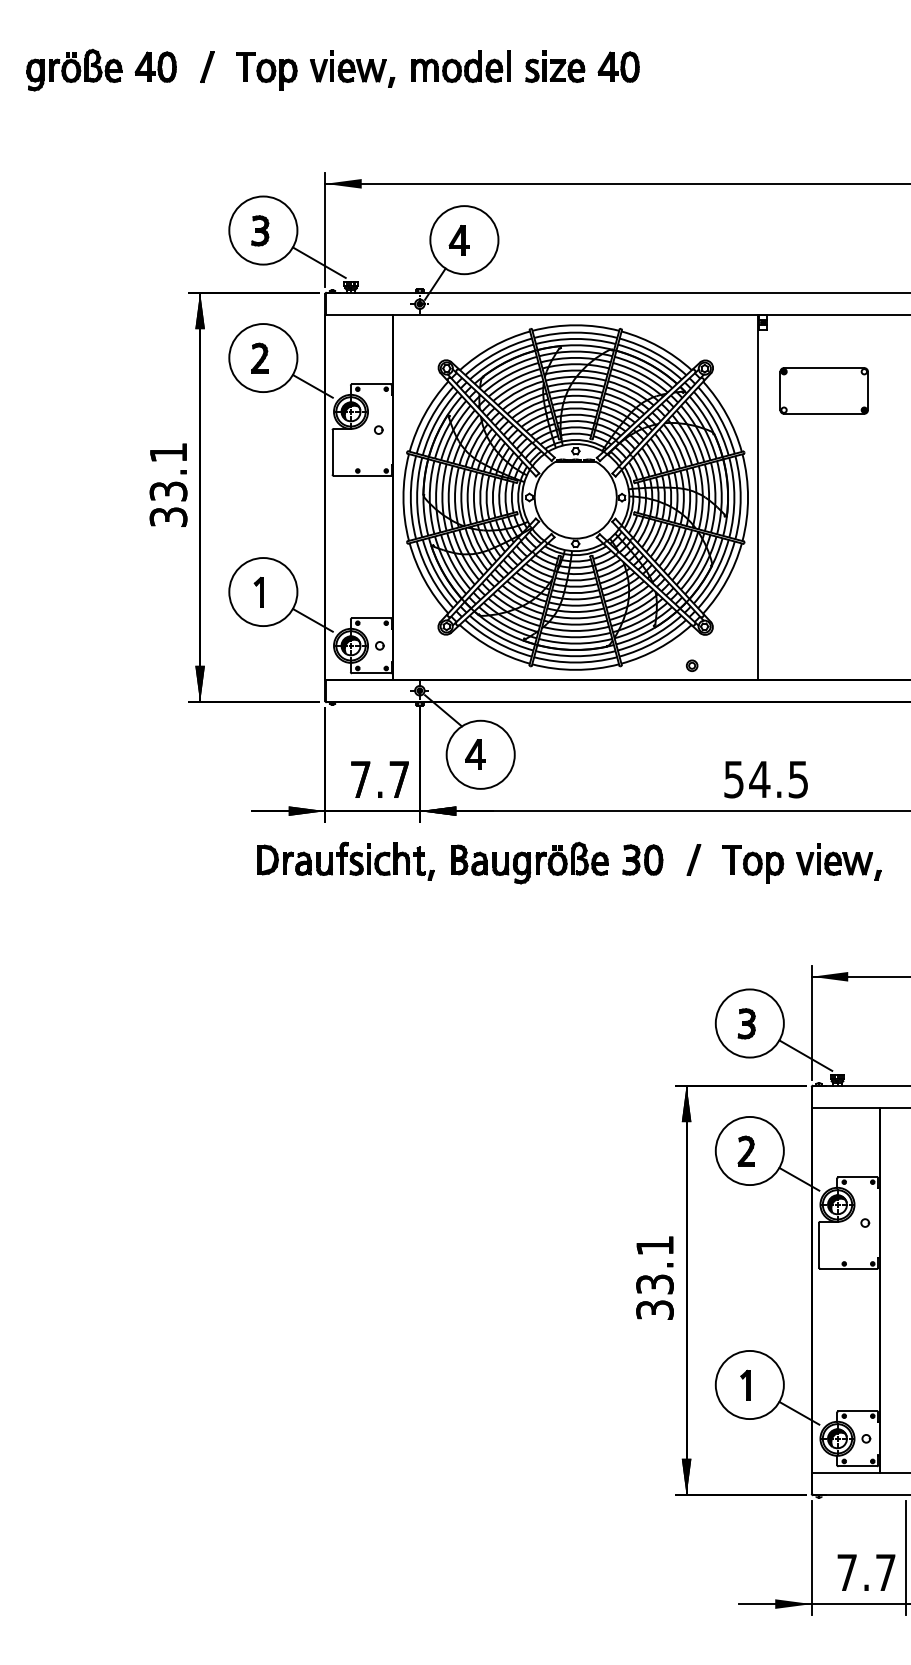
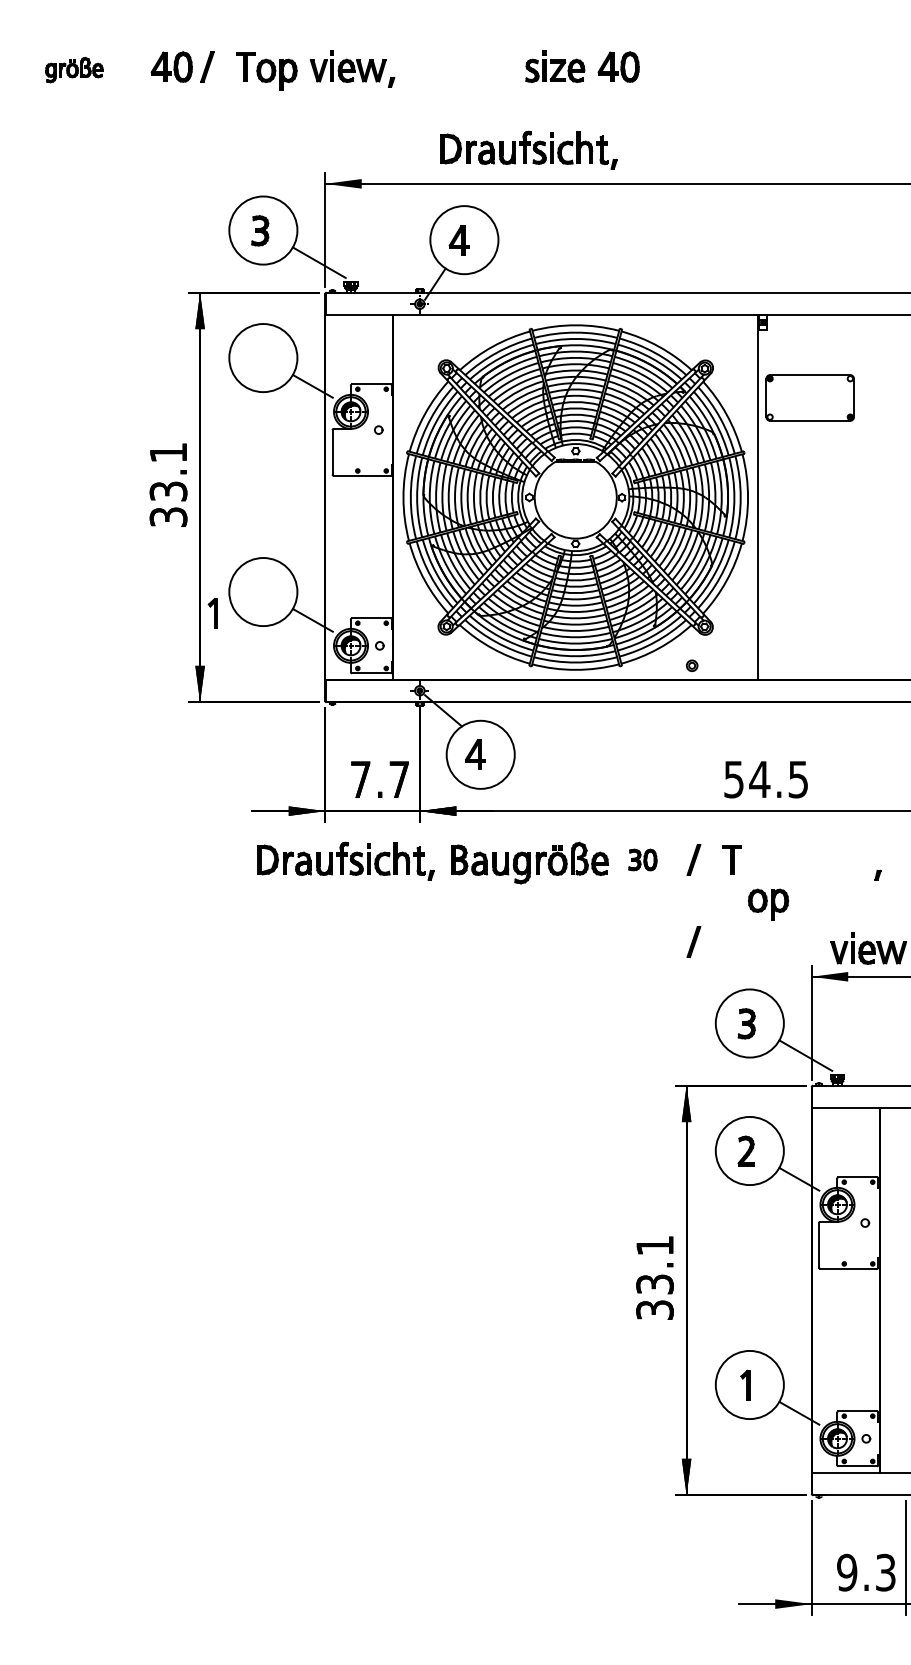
part at (155, 66) position: (155, 66) -> (171, 66)
part at (460, 66): present -> none
part at (74, 69) size: 97x44 px -> 59x28 px
part at (528, 149): none -> present
part at (259, 357): present -> none
part at (823, 390) position: (823, 390) -> (809, 397)
part at (258, 592) position: (258, 592) -> (212, 613)
part at (642, 859) size: 42x32 px -> 30x24 px
part at (834, 859) position: (834, 859) -> (868, 948)
part at (763, 867) position: (763, 867) -> (768, 904)
part at (693, 941): none -> present
text at (866, 1572): 7.7 -> 9.3
